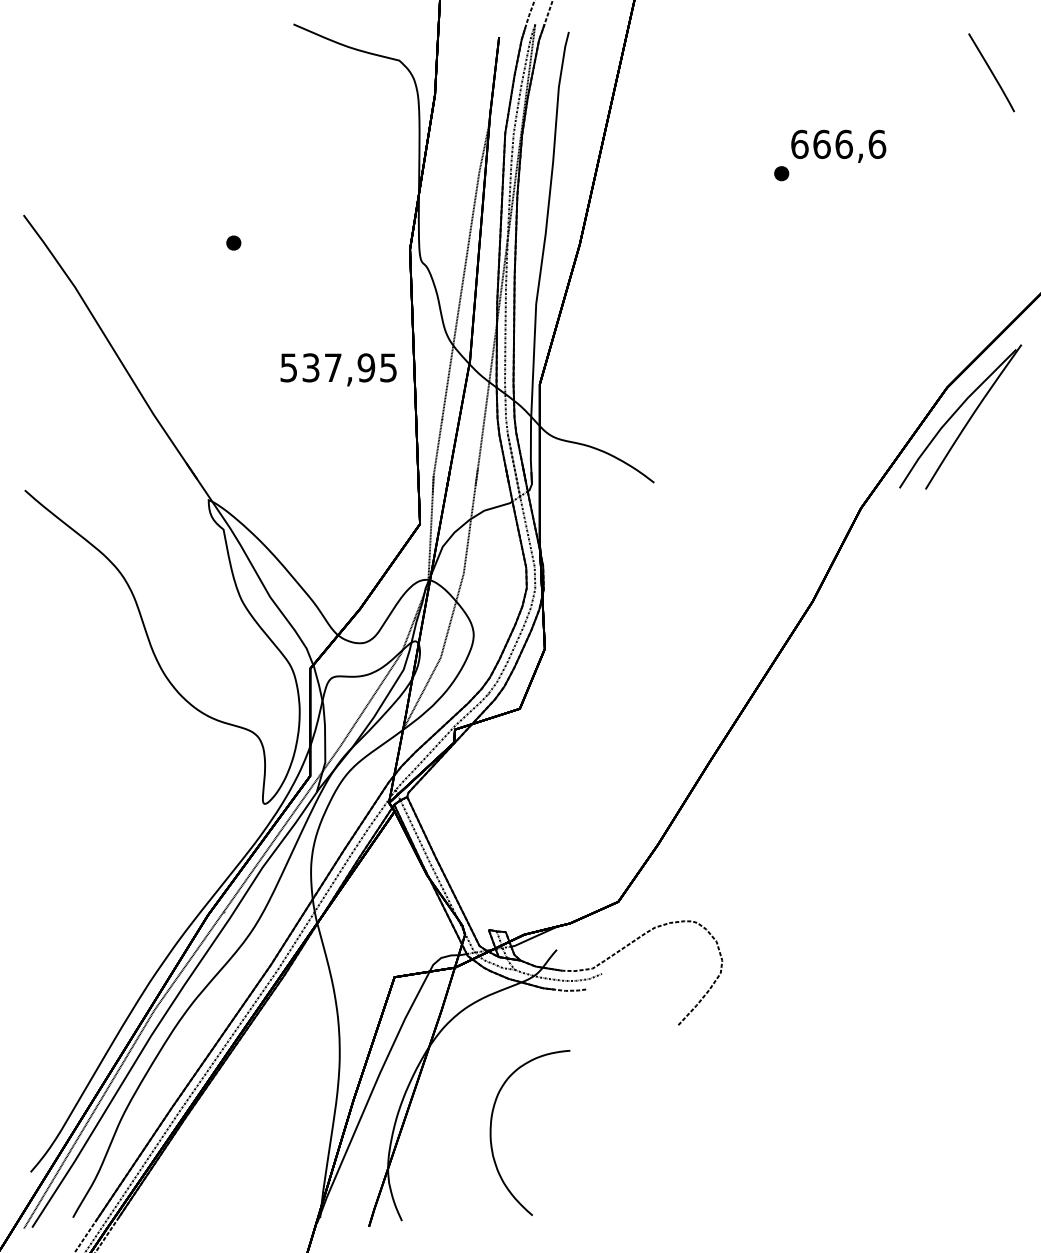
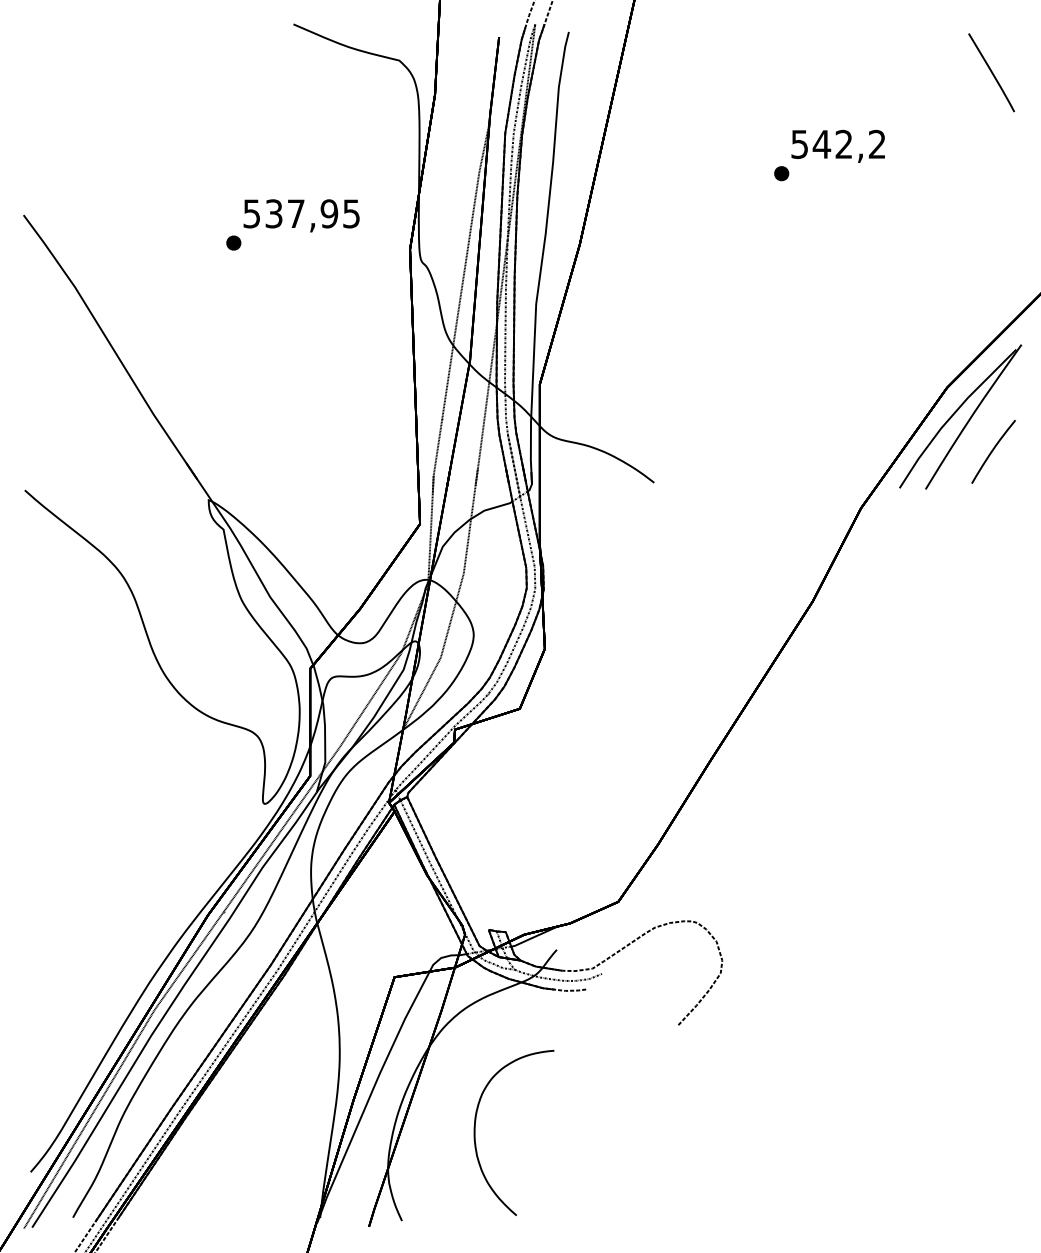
text at (838, 143): 666,6 -> 542,2
text at (338, 369) position: (338, 369) -> (301, 215)
part at (993, 451): none -> present
part at (491, 1132) position: (491, 1132) -> (475, 1132)
